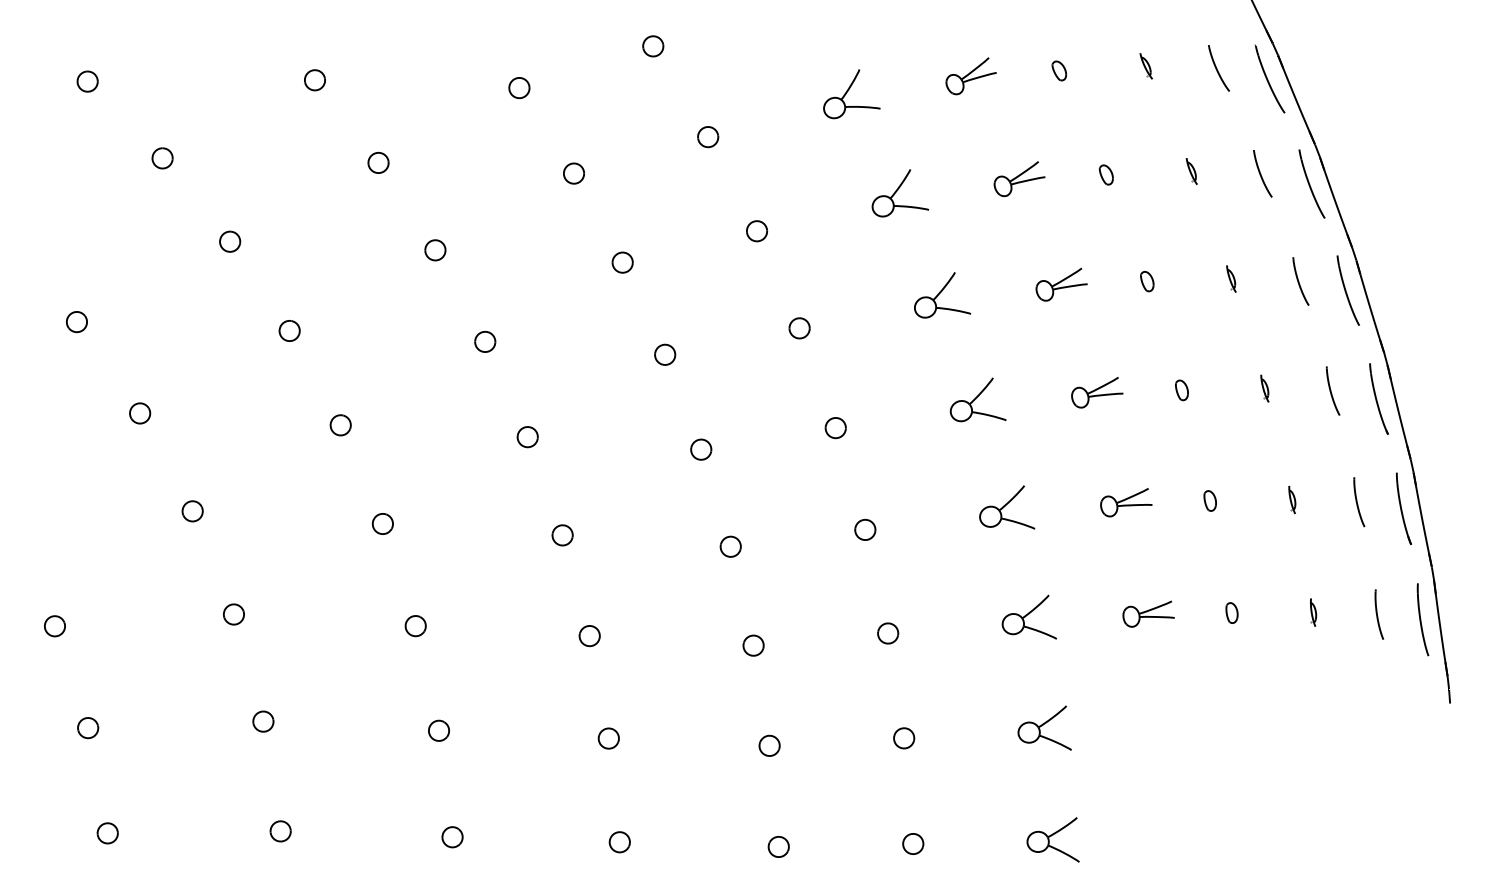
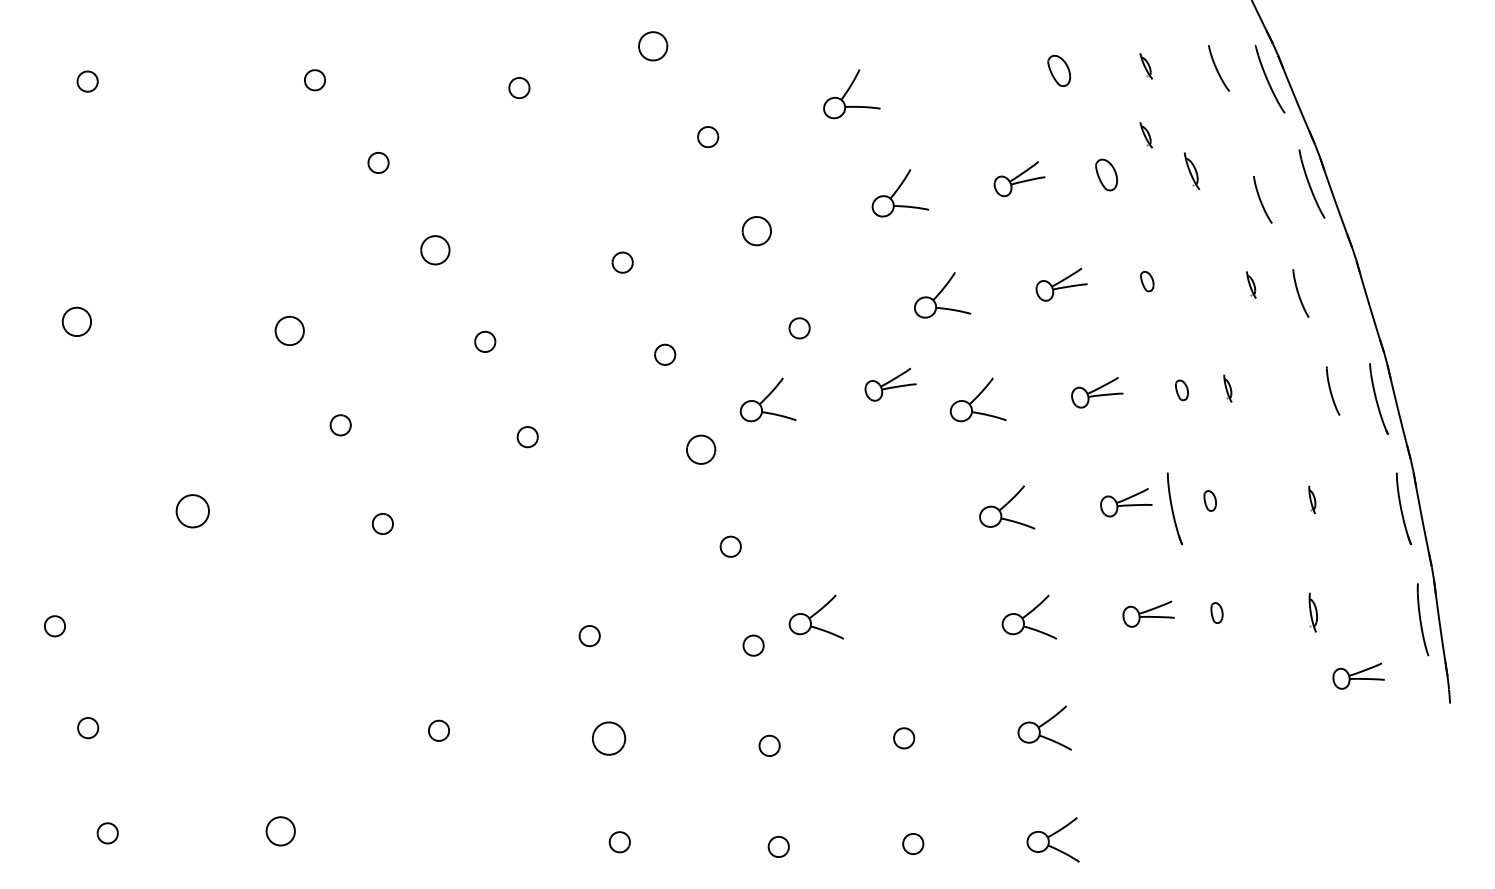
part at (653, 46) size: 23x23 px -> 31x31 px
part at (1059, 70) size: 17x22 px -> 25x33 px
part at (970, 76): present -> none
part at (1145, 135): none -> present
part at (162, 158): present -> none
part at (1191, 171) size: 13x28 px -> 17x38 px
part at (573, 173): present -> none
part at (1262, 173) position: (1262, 173) -> (1262, 199)
part at (1105, 174) size: 16x22 px -> 23x34 px
part at (757, 231) size: 23x23 px -> 31x31 px
part at (230, 241): present -> none
part at (435, 250) size: 23x23 px -> 31x31 px
part at (1231, 278) position: (1231, 278) -> (1251, 284)
part at (1300, 281) position: (1300, 281) -> (1300, 293)
part at (1347, 290): present -> none
part at (76, 322) size: 22x23 px -> 31x31 px
part at (289, 330) size: 23x22 px -> 31x32 px
part at (890, 384): none -> present
part at (1264, 388) position: (1264, 388) -> (1227, 388)
part at (767, 399): none -> present
part at (140, 413): present -> none
part at (835, 428): present -> none
part at (701, 449) size: 23x23 px -> 31x31 px
part at (1292, 499) position: (1292, 499) -> (1312, 499)
part at (1359, 502): present -> none
part at (1174, 508): none -> present
part at (192, 511) size: 23x23 px -> 35x35 px
part at (865, 529): present -> none
part at (562, 535): present -> none
part at (1231, 612) position: (1231, 612) -> (1216, 612)
part at (1313, 612) size: 8x29 px -> 10x41 px
part at (233, 614): present -> none
part at (1379, 614): present -> none
part at (815, 616): none -> present
part at (415, 626): present -> none
part at (888, 633): present -> none
part at (1358, 675): none -> present
part at (263, 721): present -> none
part at (608, 738) size: 23x23 px -> 35x35 px
part at (280, 831) size: 23x23 px -> 31x31 px
part at (452, 837): present -> none
